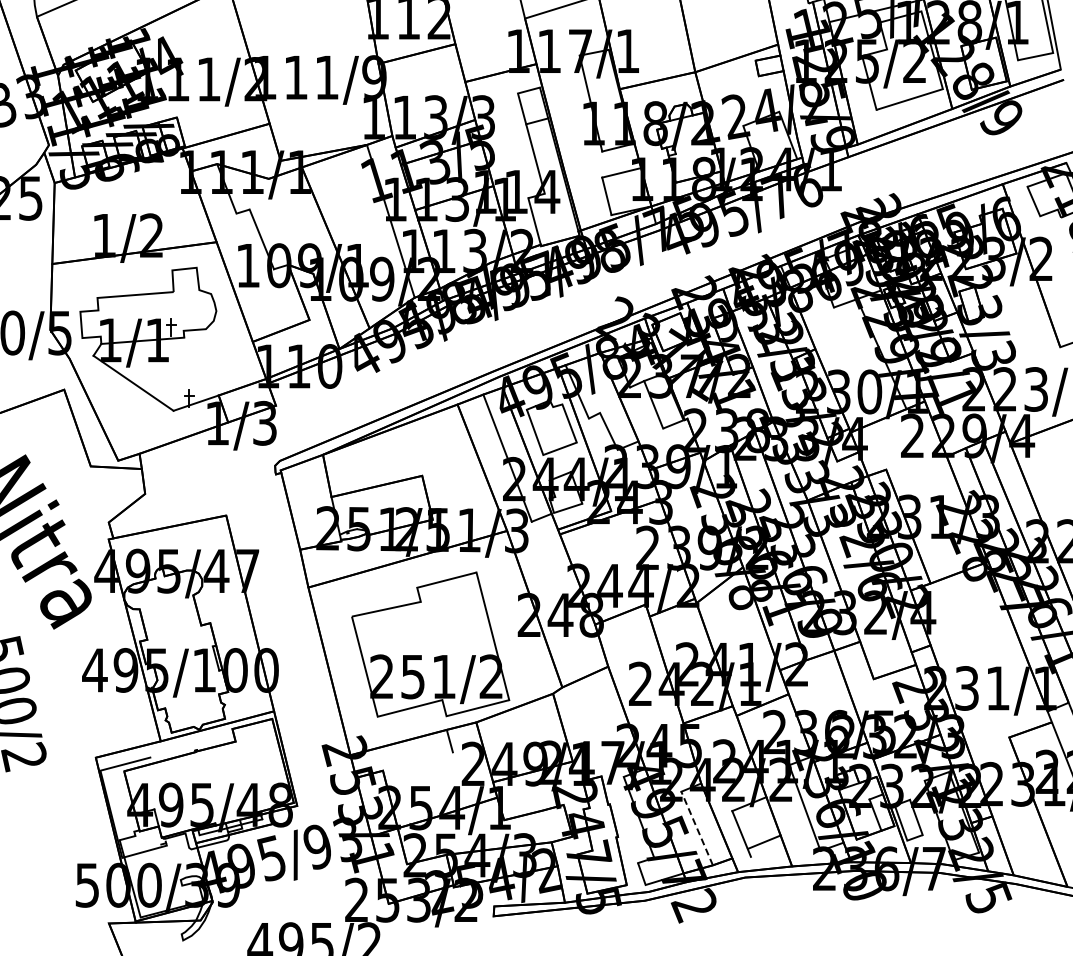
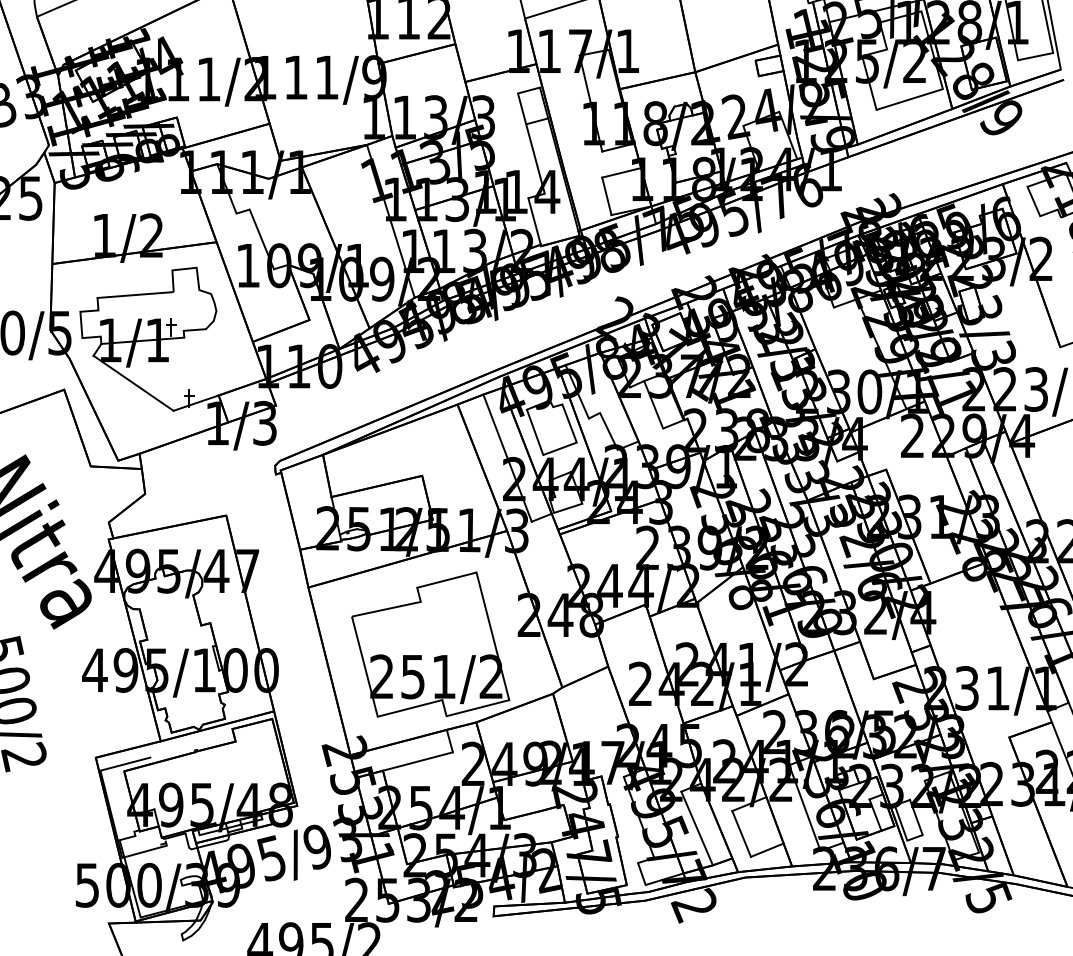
line at (417, 761): none -> present
line at (696, 828): dashed -> solid
line at (763, 841) position: (763, 841) -> (766, 849)
